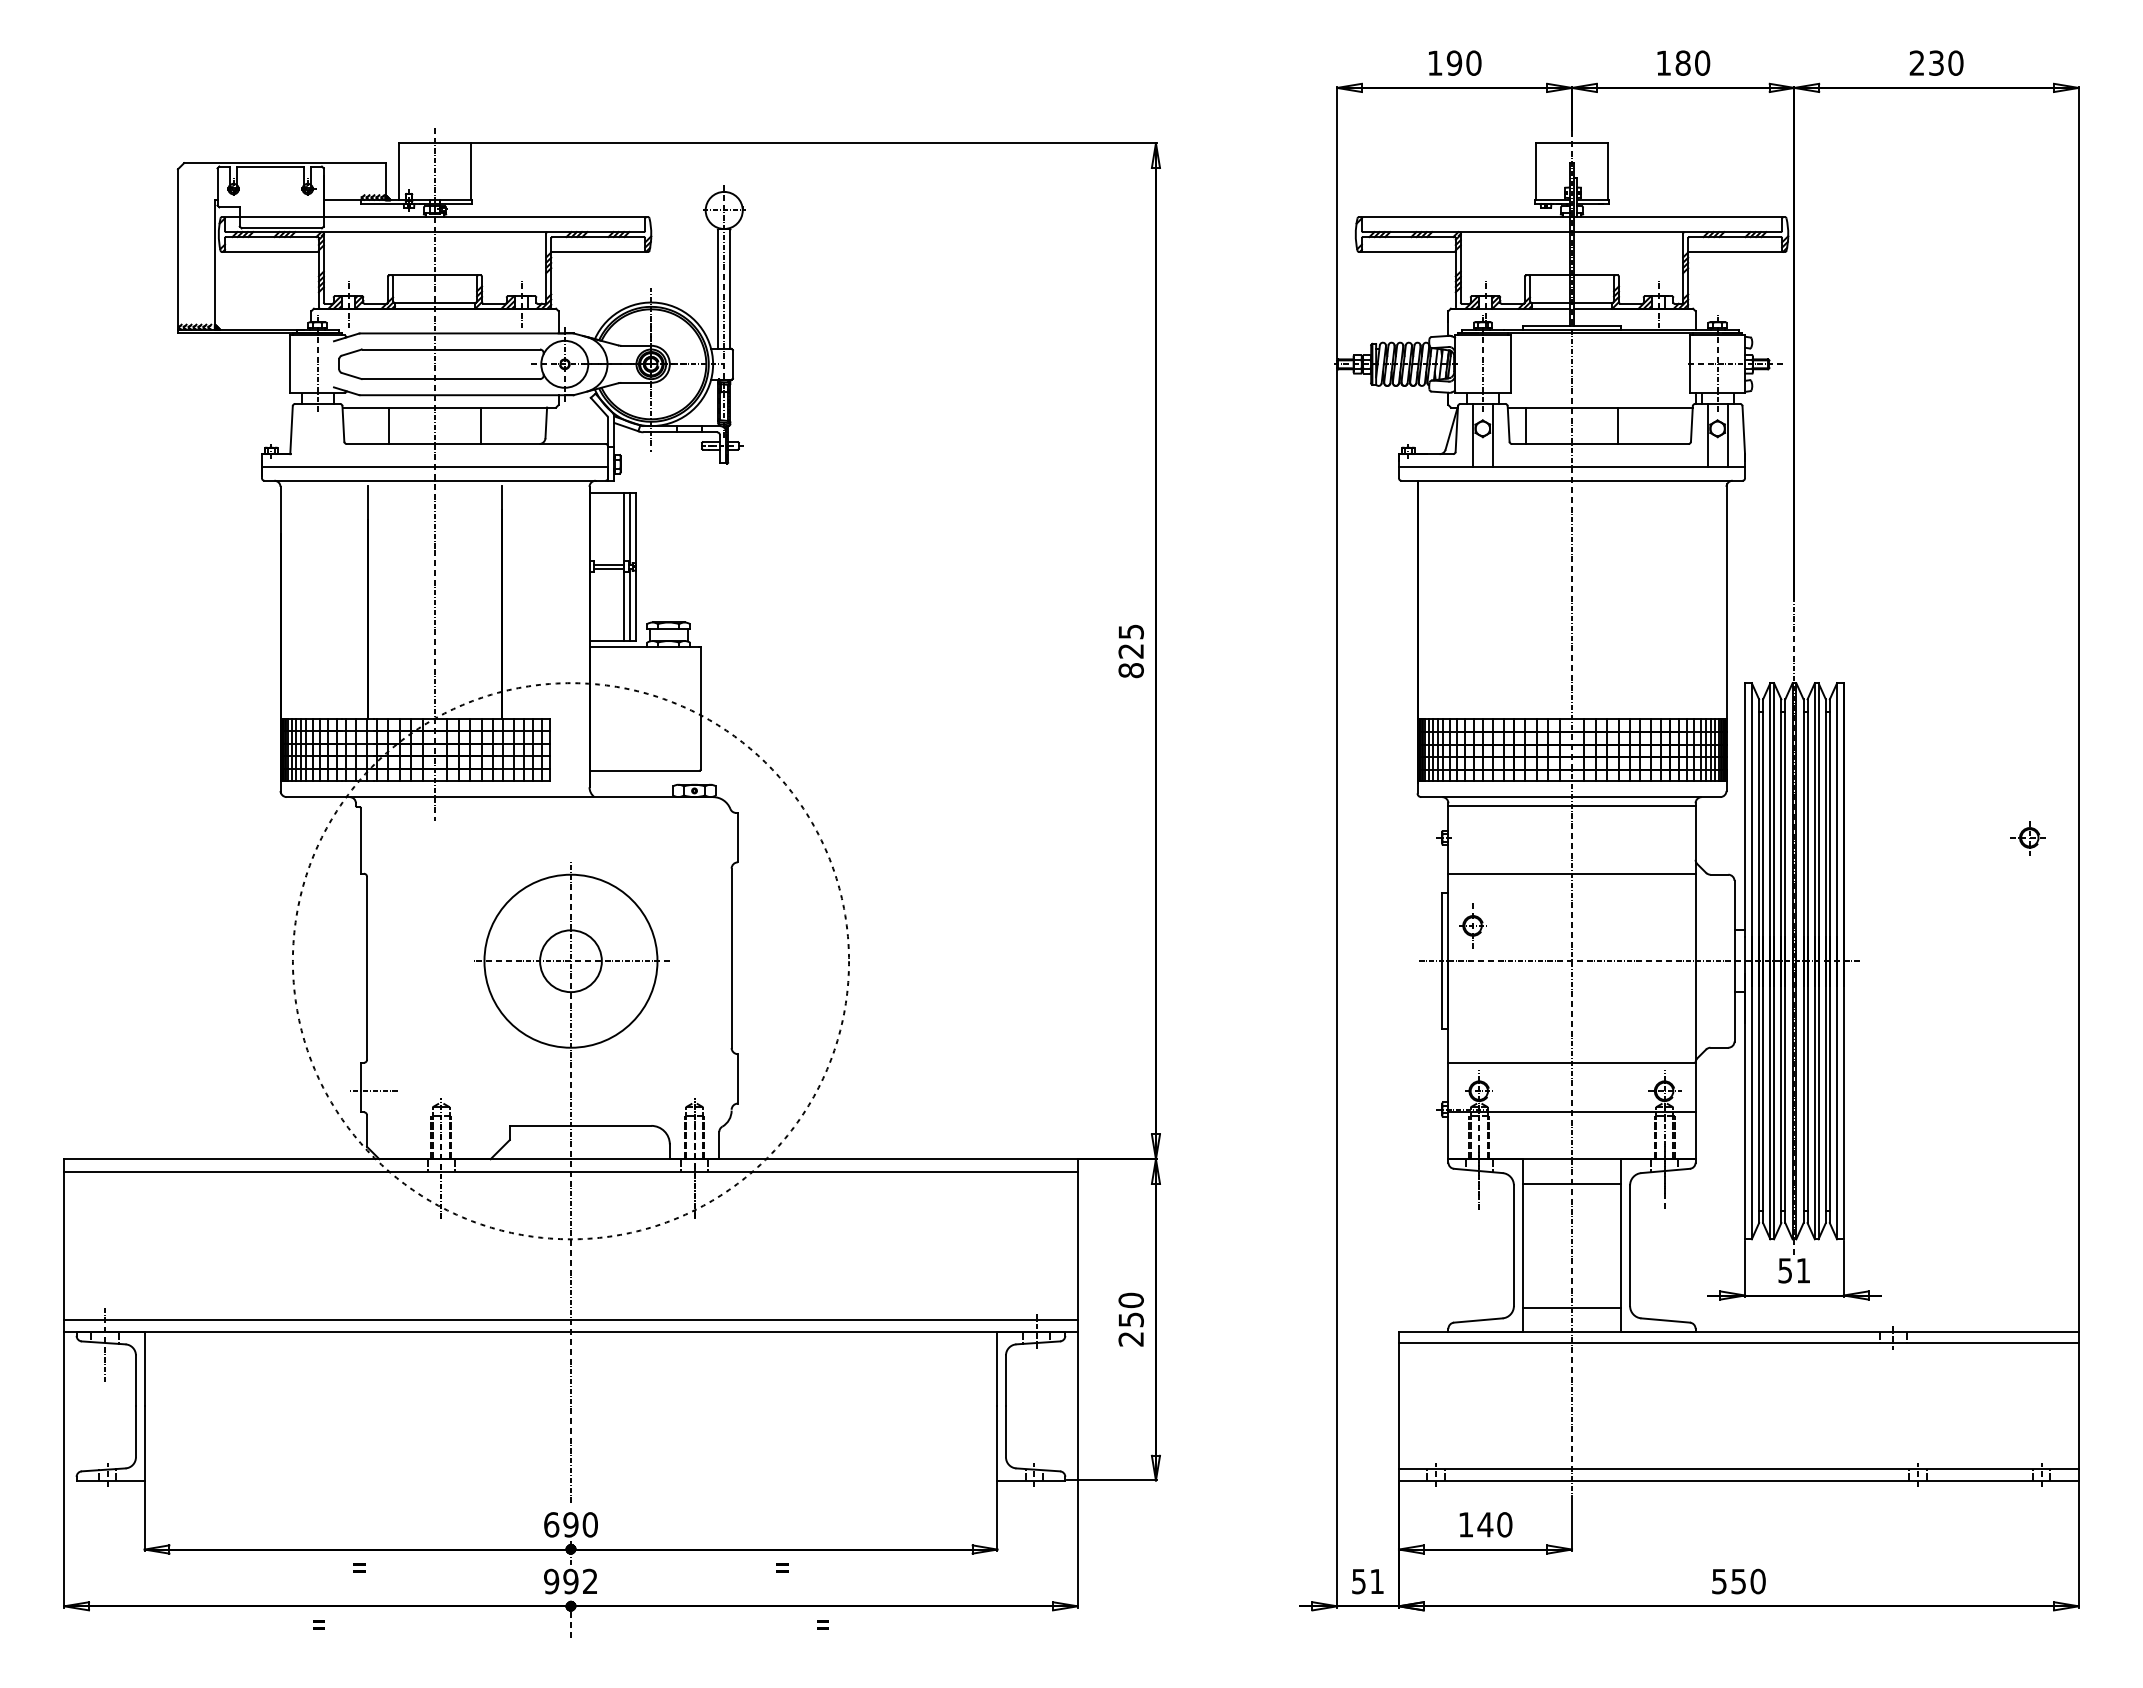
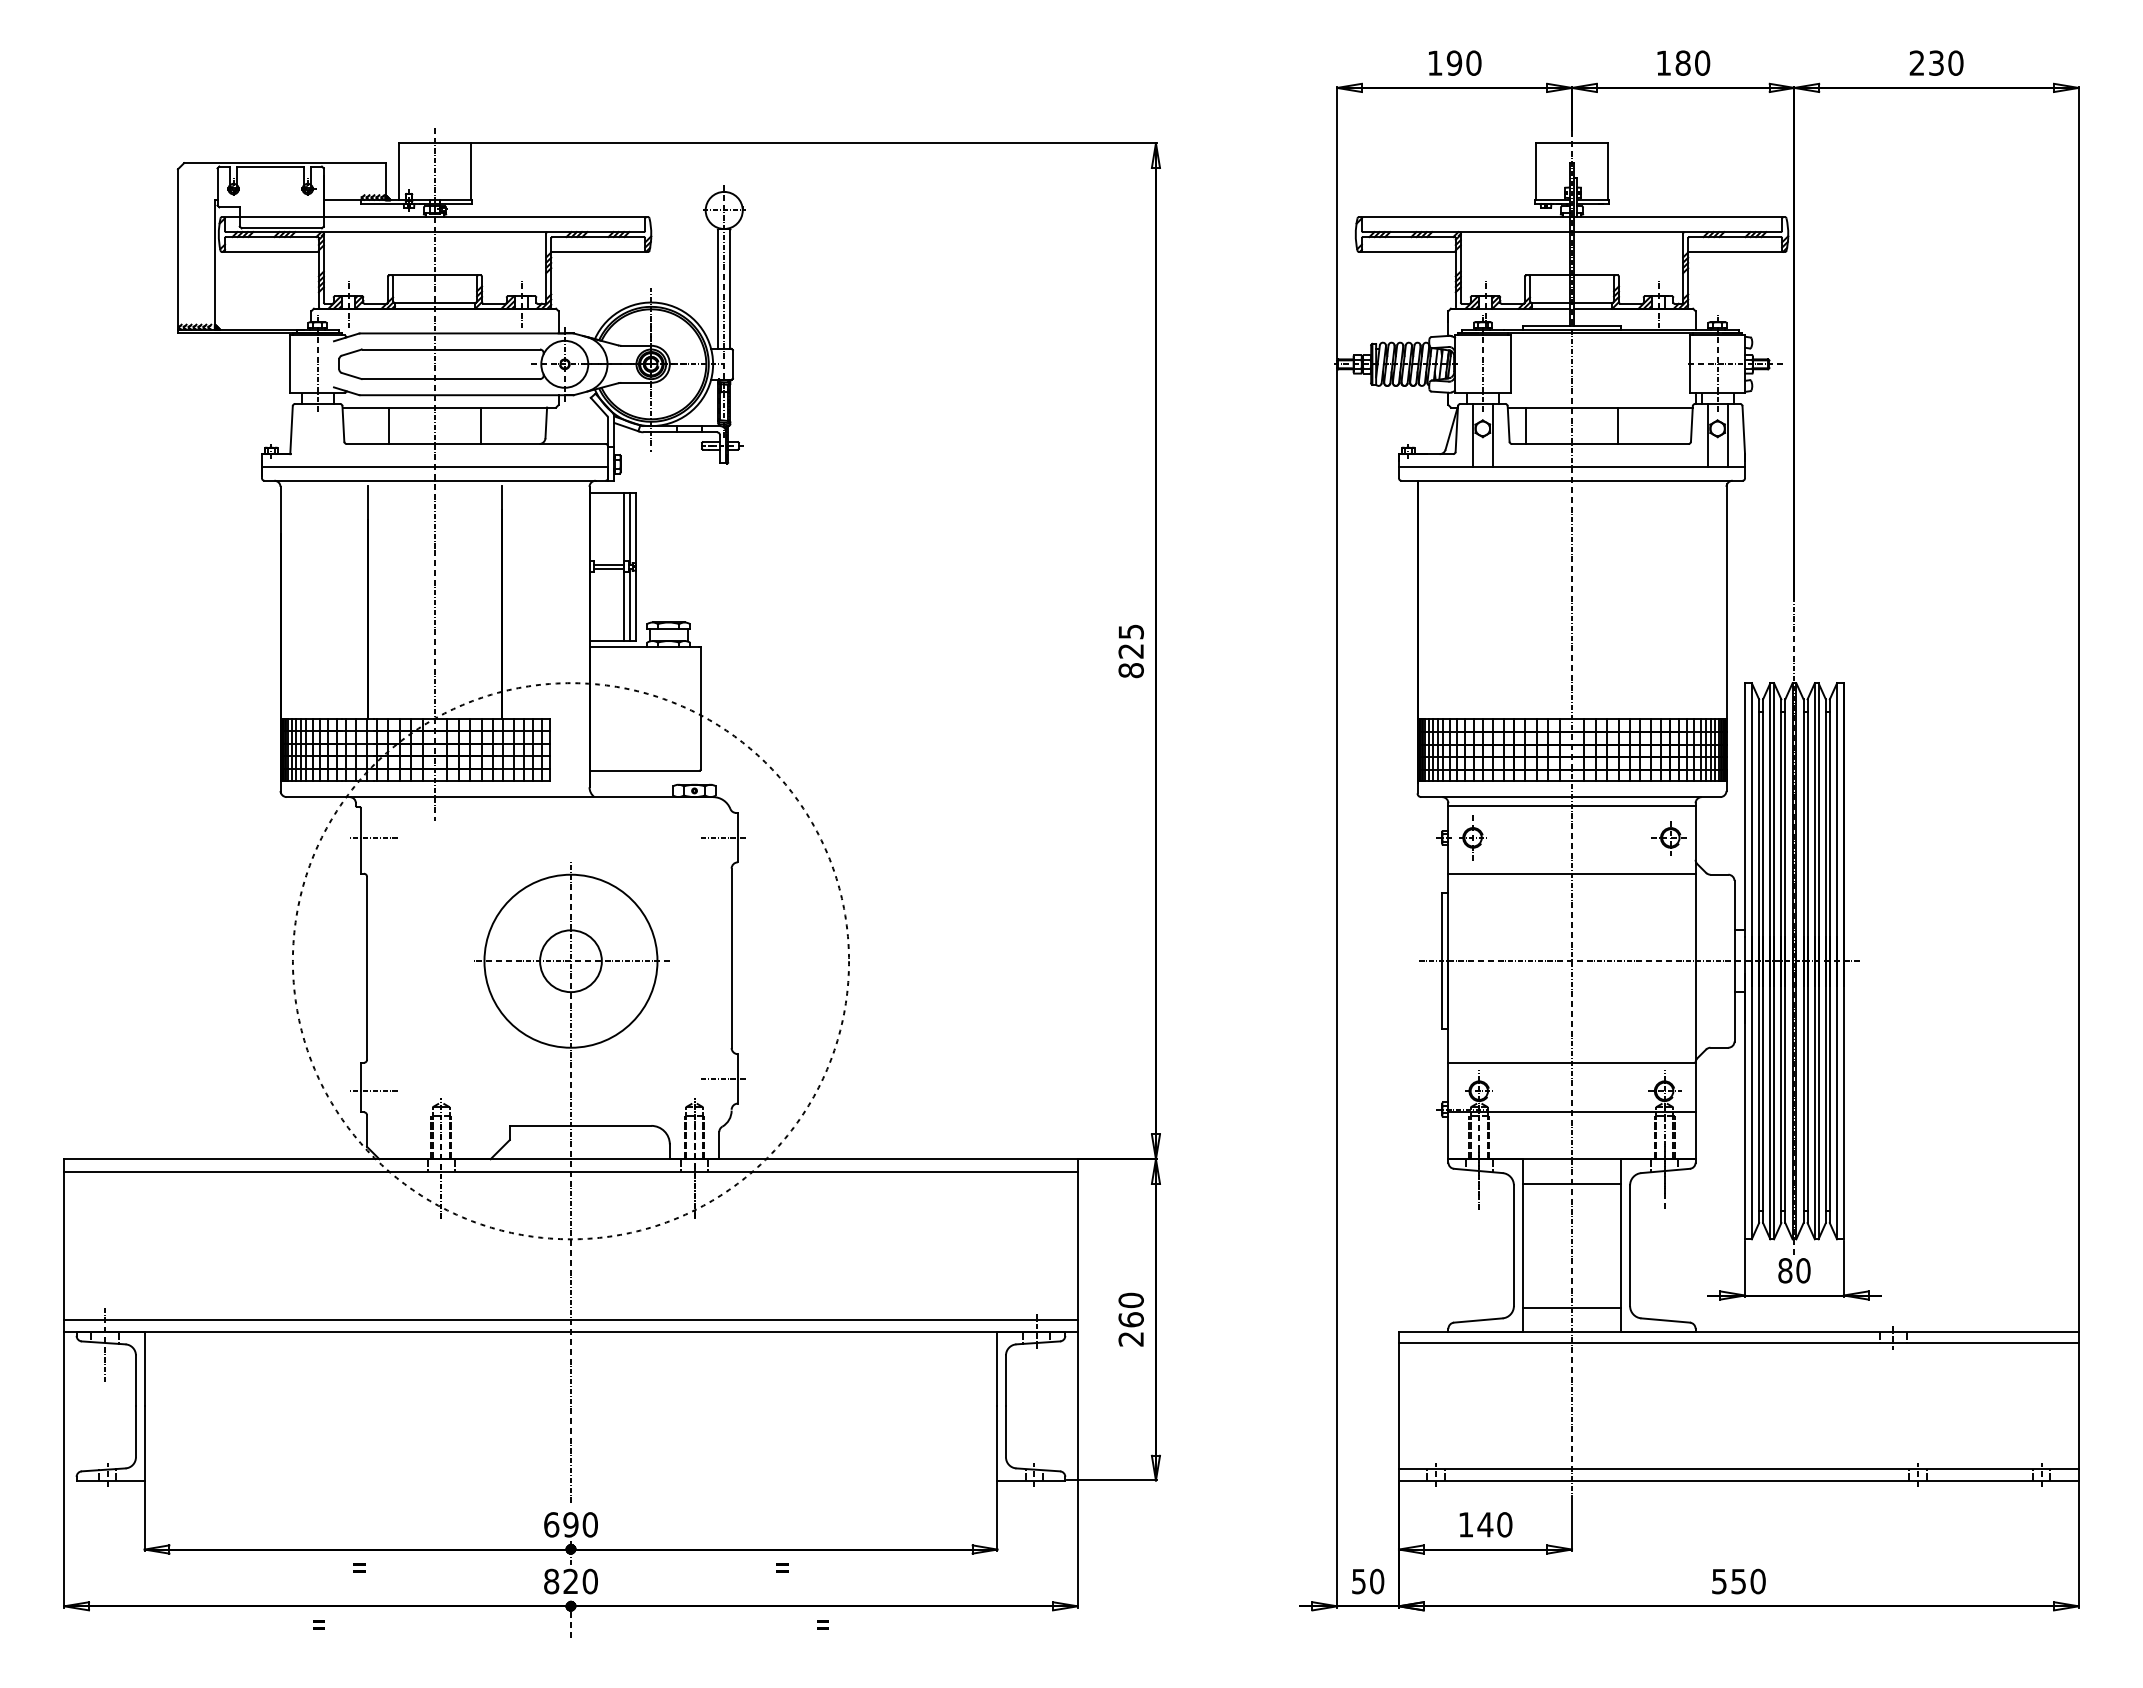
line at (372, 837): none -> present
line at (725, 837): none -> present
part at (2027, 838) position: (2027, 838) -> (1668, 838)
part at (1472, 925) position: (1472, 925) -> (1472, 837)
line at (725, 1078): none -> present
text at (1794, 1270): 51 -> 80
text at (1130, 1319): 250 -> 260
text at (570, 1581): 992 -> 820
text at (1377, 1581): 51 -> 50
